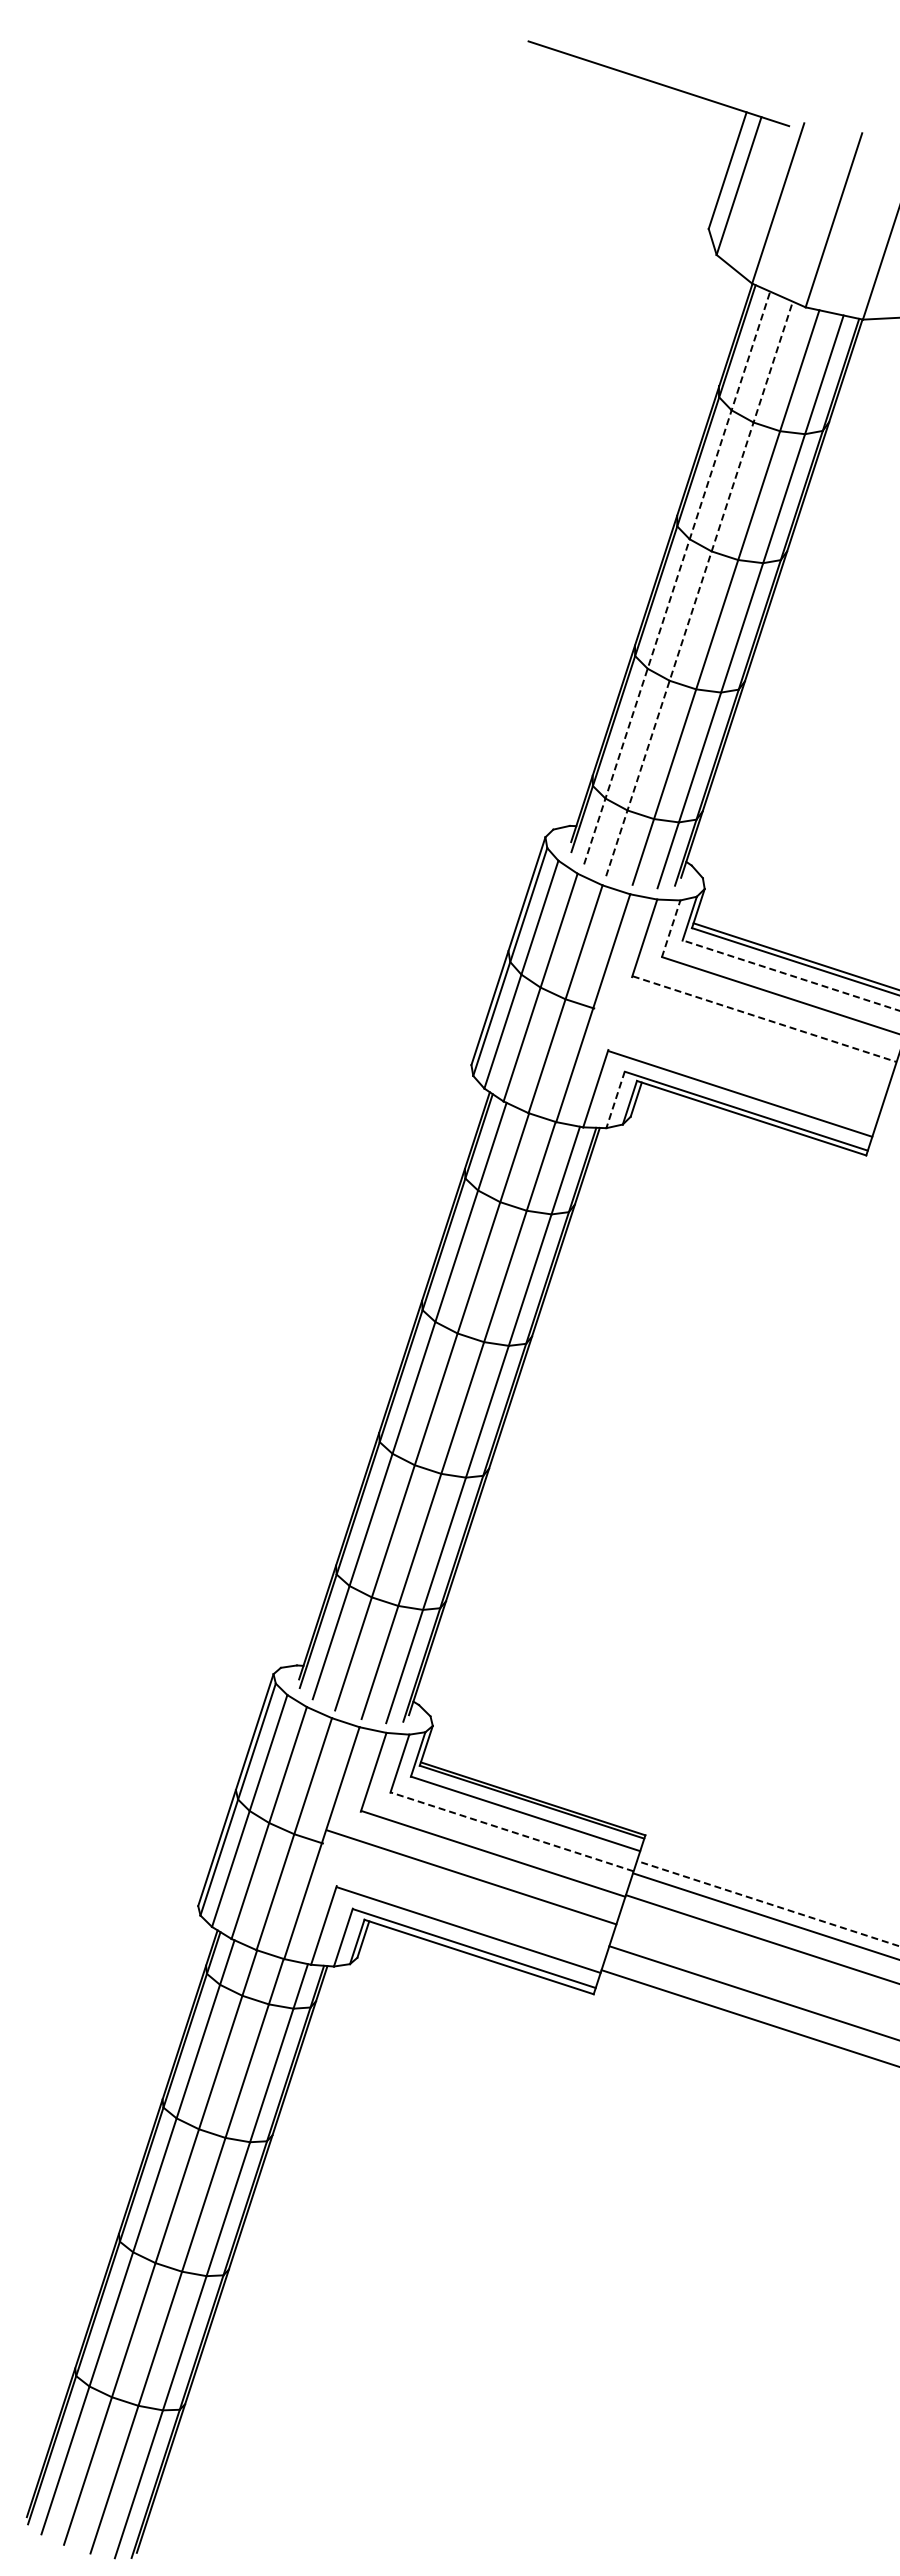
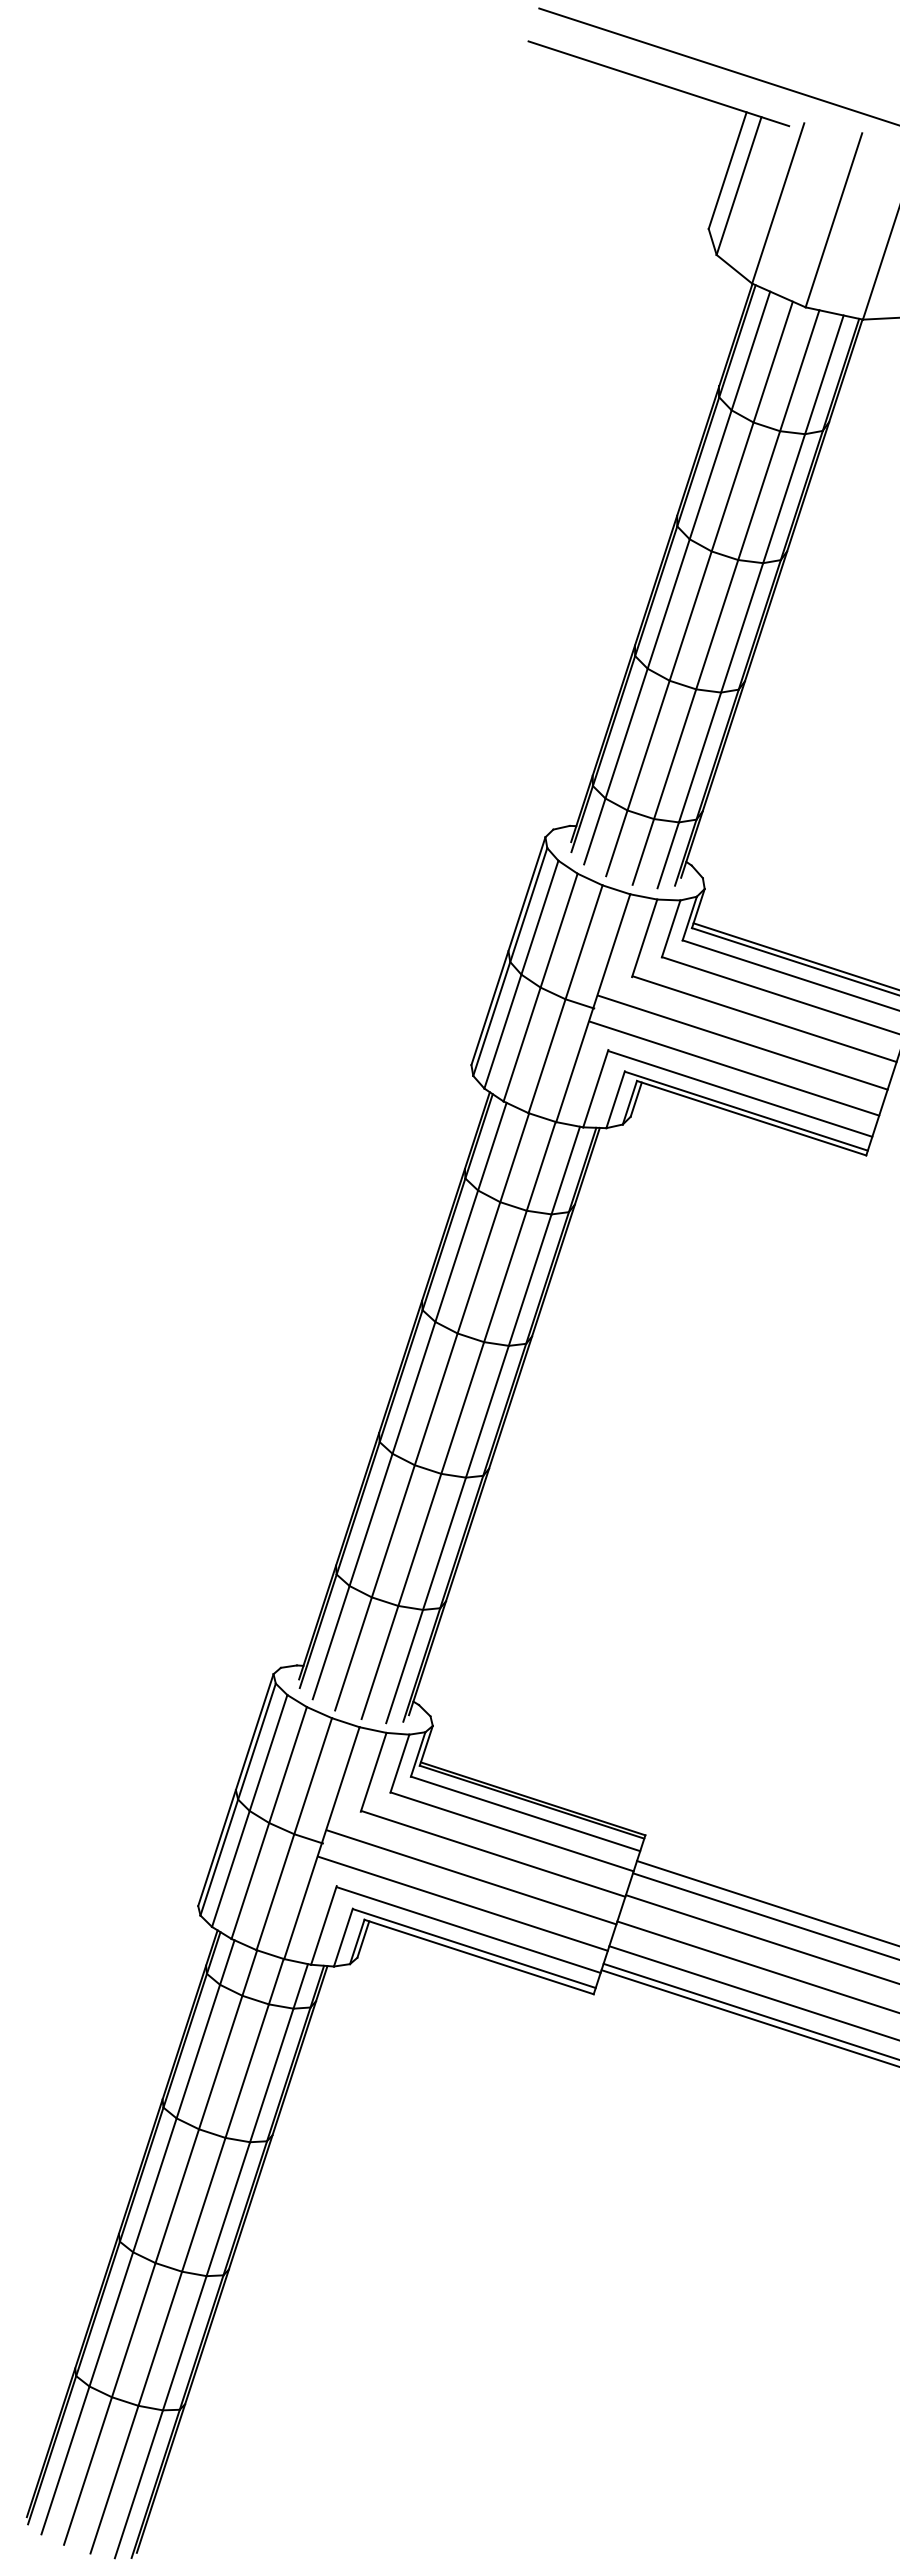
line at (717, 66): none -> present
line at (677, 577): dashed -> solid
line at (699, 588): dashed -> solid
line at (671, 928): dashed -> solid
line at (790, 975): dashed -> solid
line at (764, 1019): dashed -> solid
line at (742, 1042): none -> present
line at (734, 1068): none -> present
line at (615, 1099): dashed -> solid
line at (512, 1831): dashed -> solid
line at (462, 1903): none -> present
line at (768, 1903): dashed -> solid
line at (756, 1966): none -> present
line at (749, 2011): none -> present
